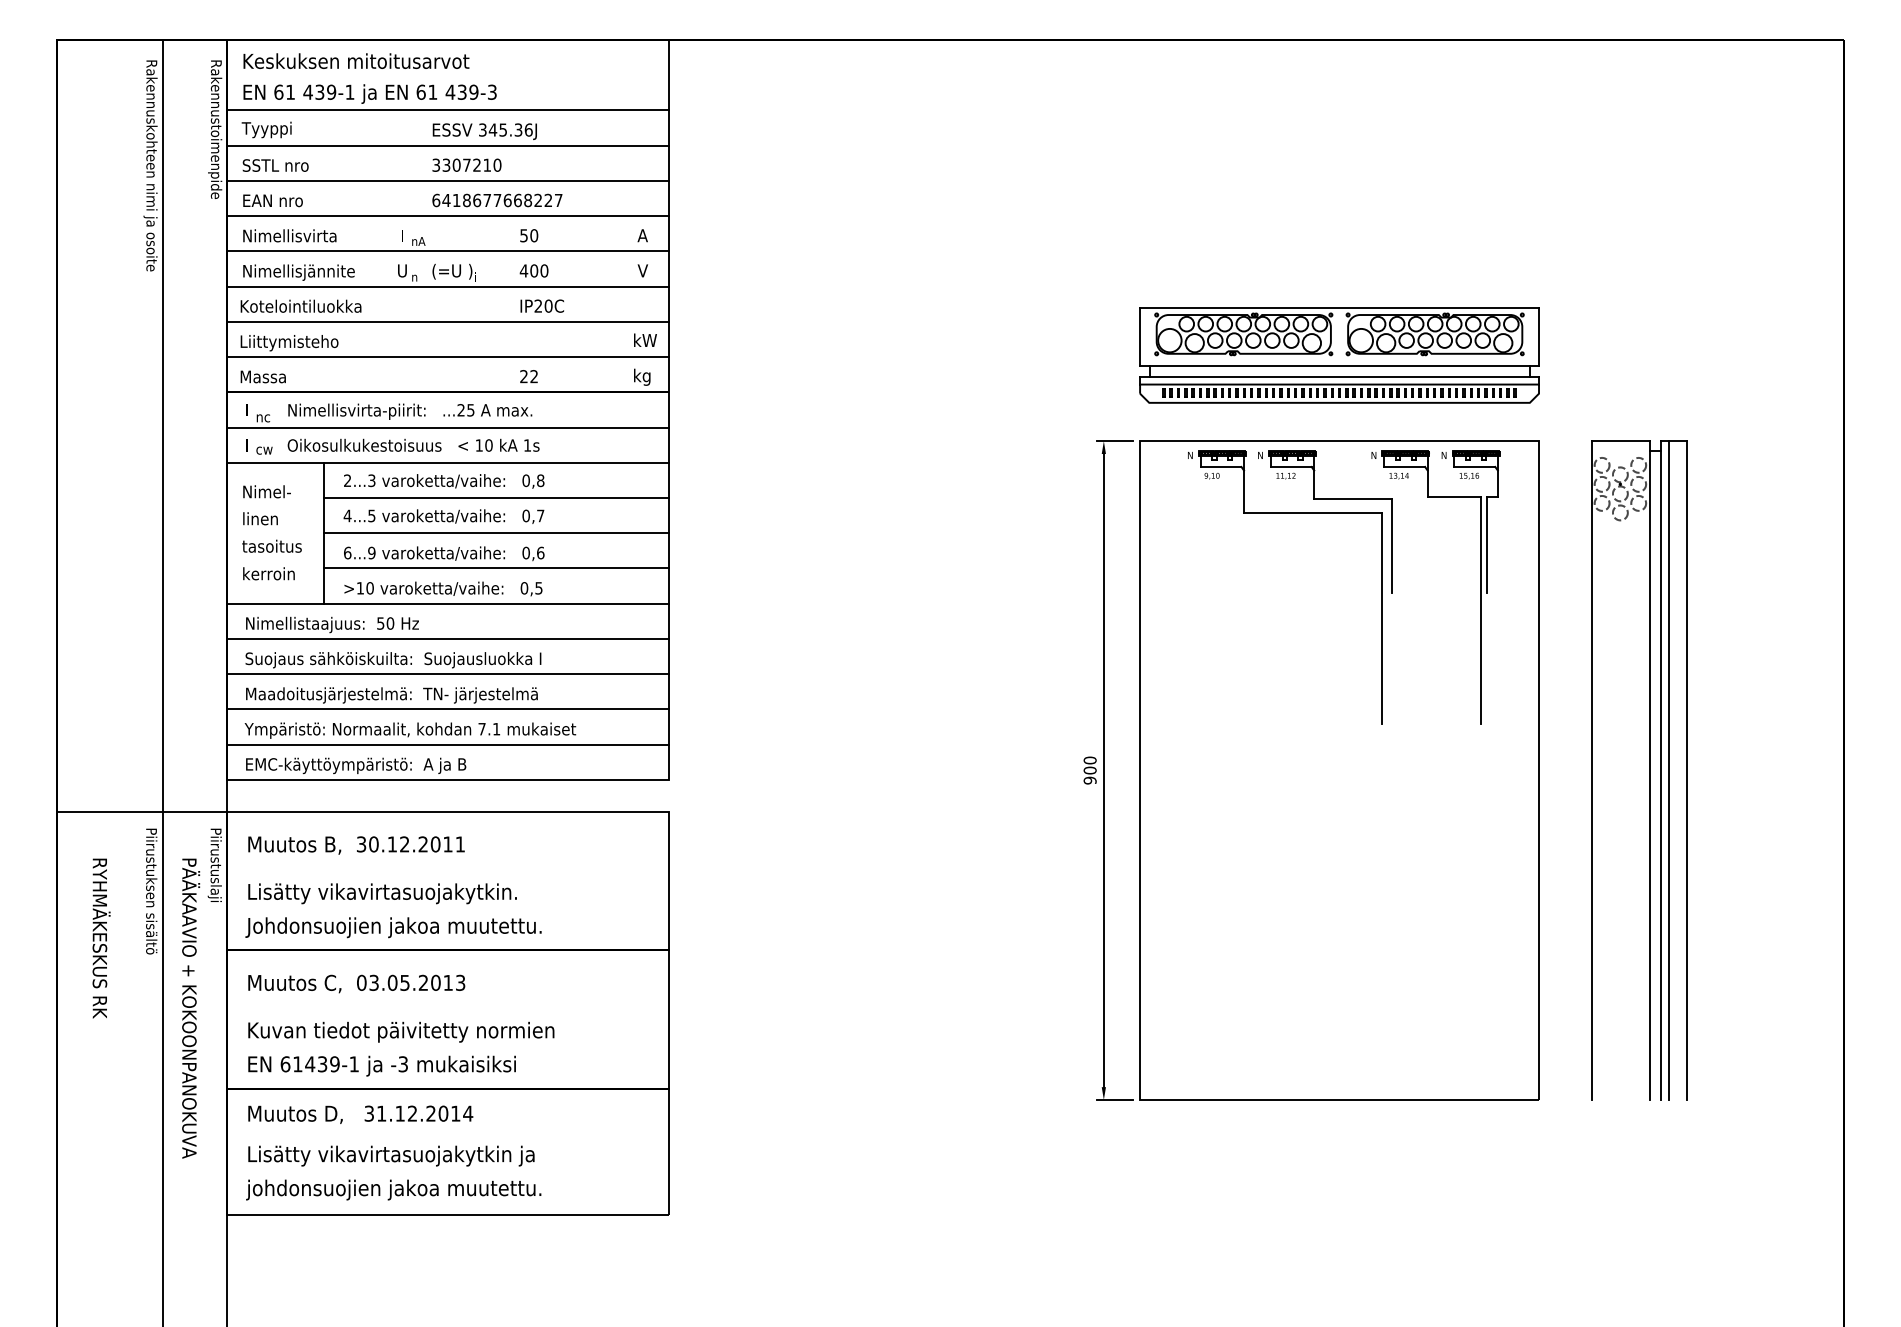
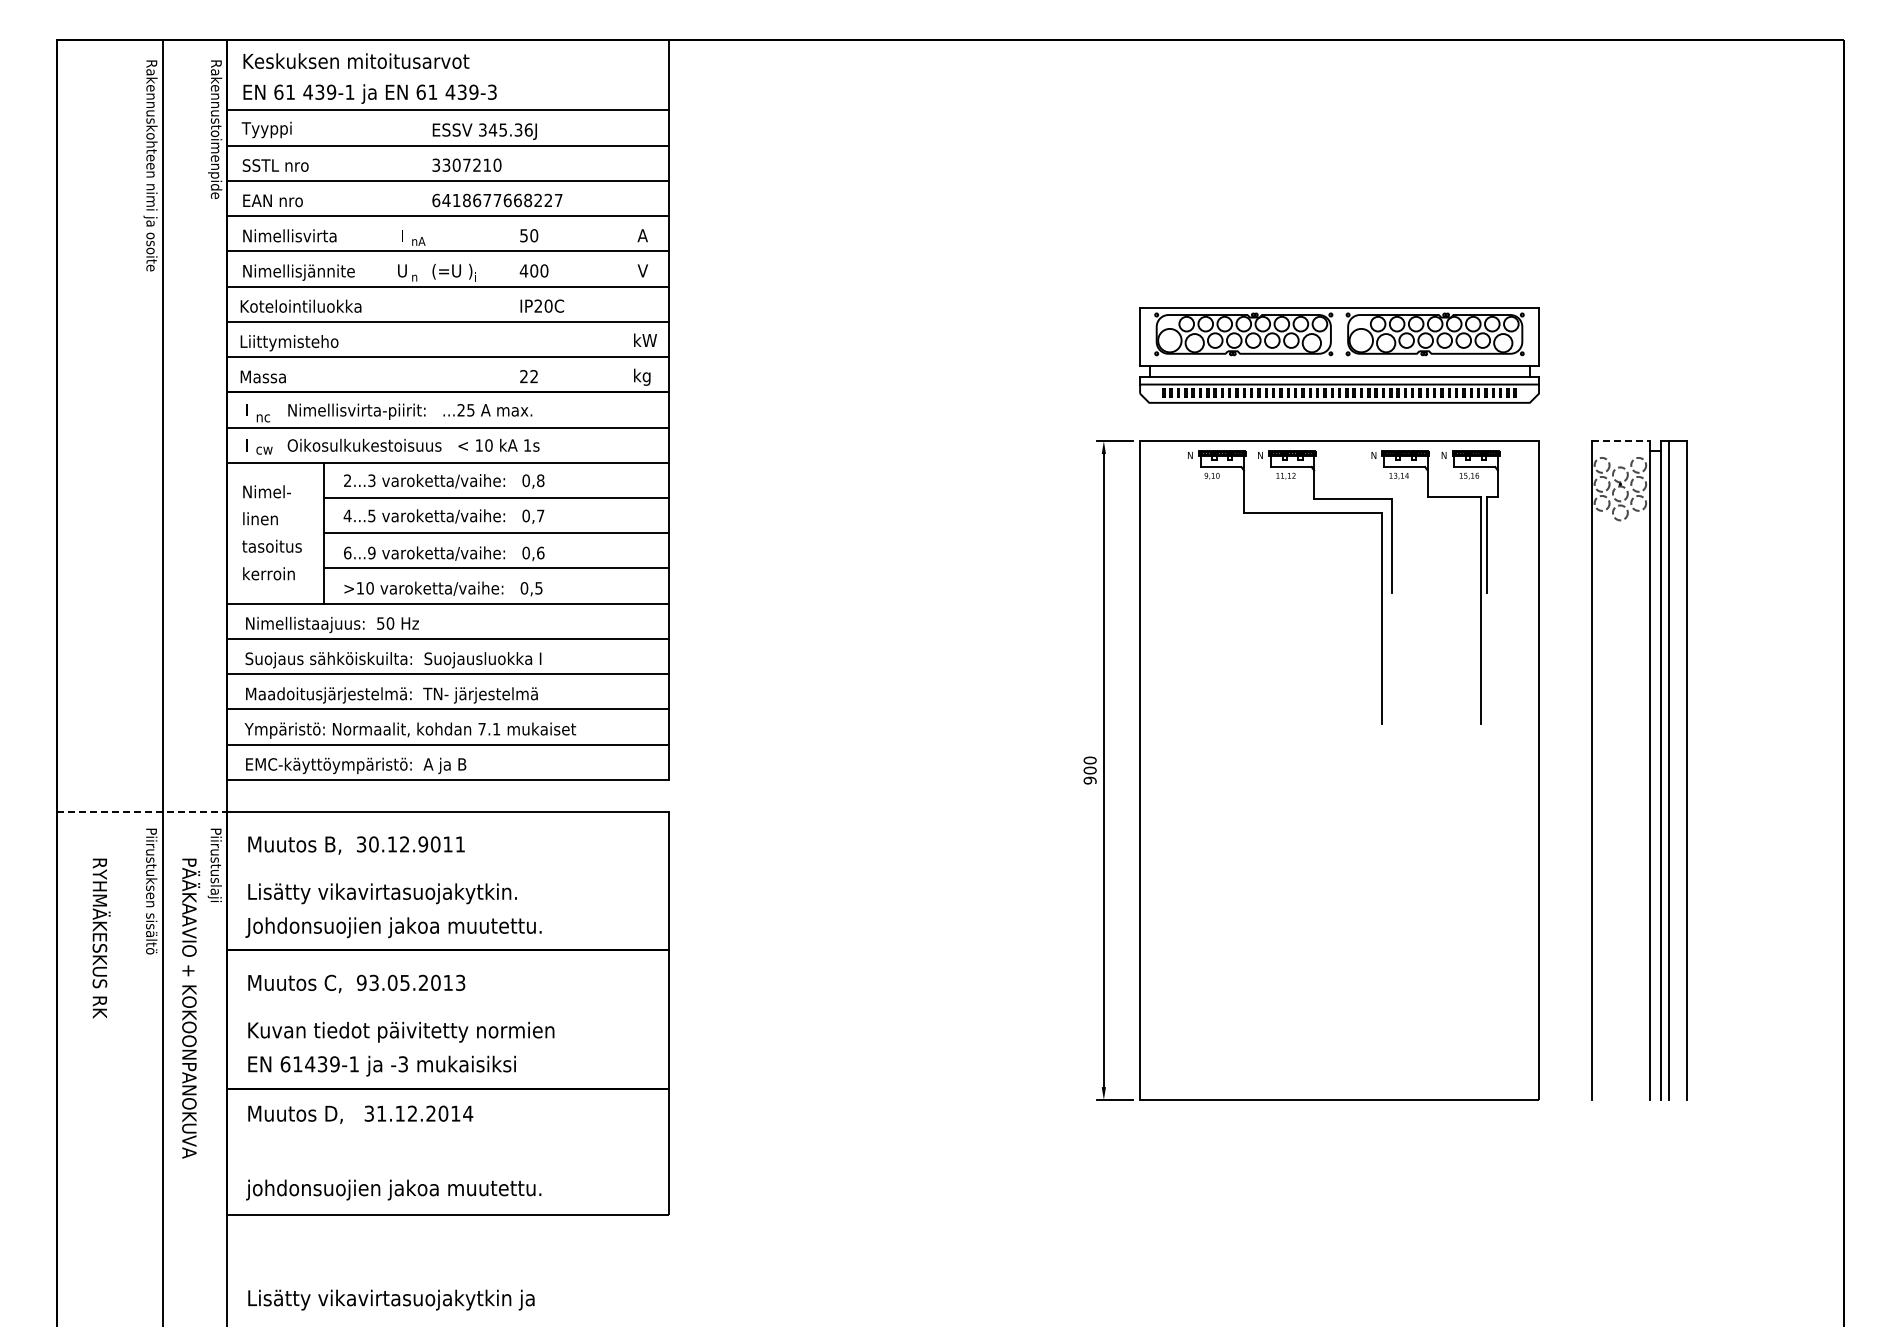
line at (1621, 441): solid -> dashed
line at (141, 811): solid -> dashed
text at (423, 844): 30.12.2011 -> 30.12.9011
text at (361, 982): 03.05.2013 -> 93.05.2013
text at (391, 1155) position: (391, 1155) -> (391, 1299)
